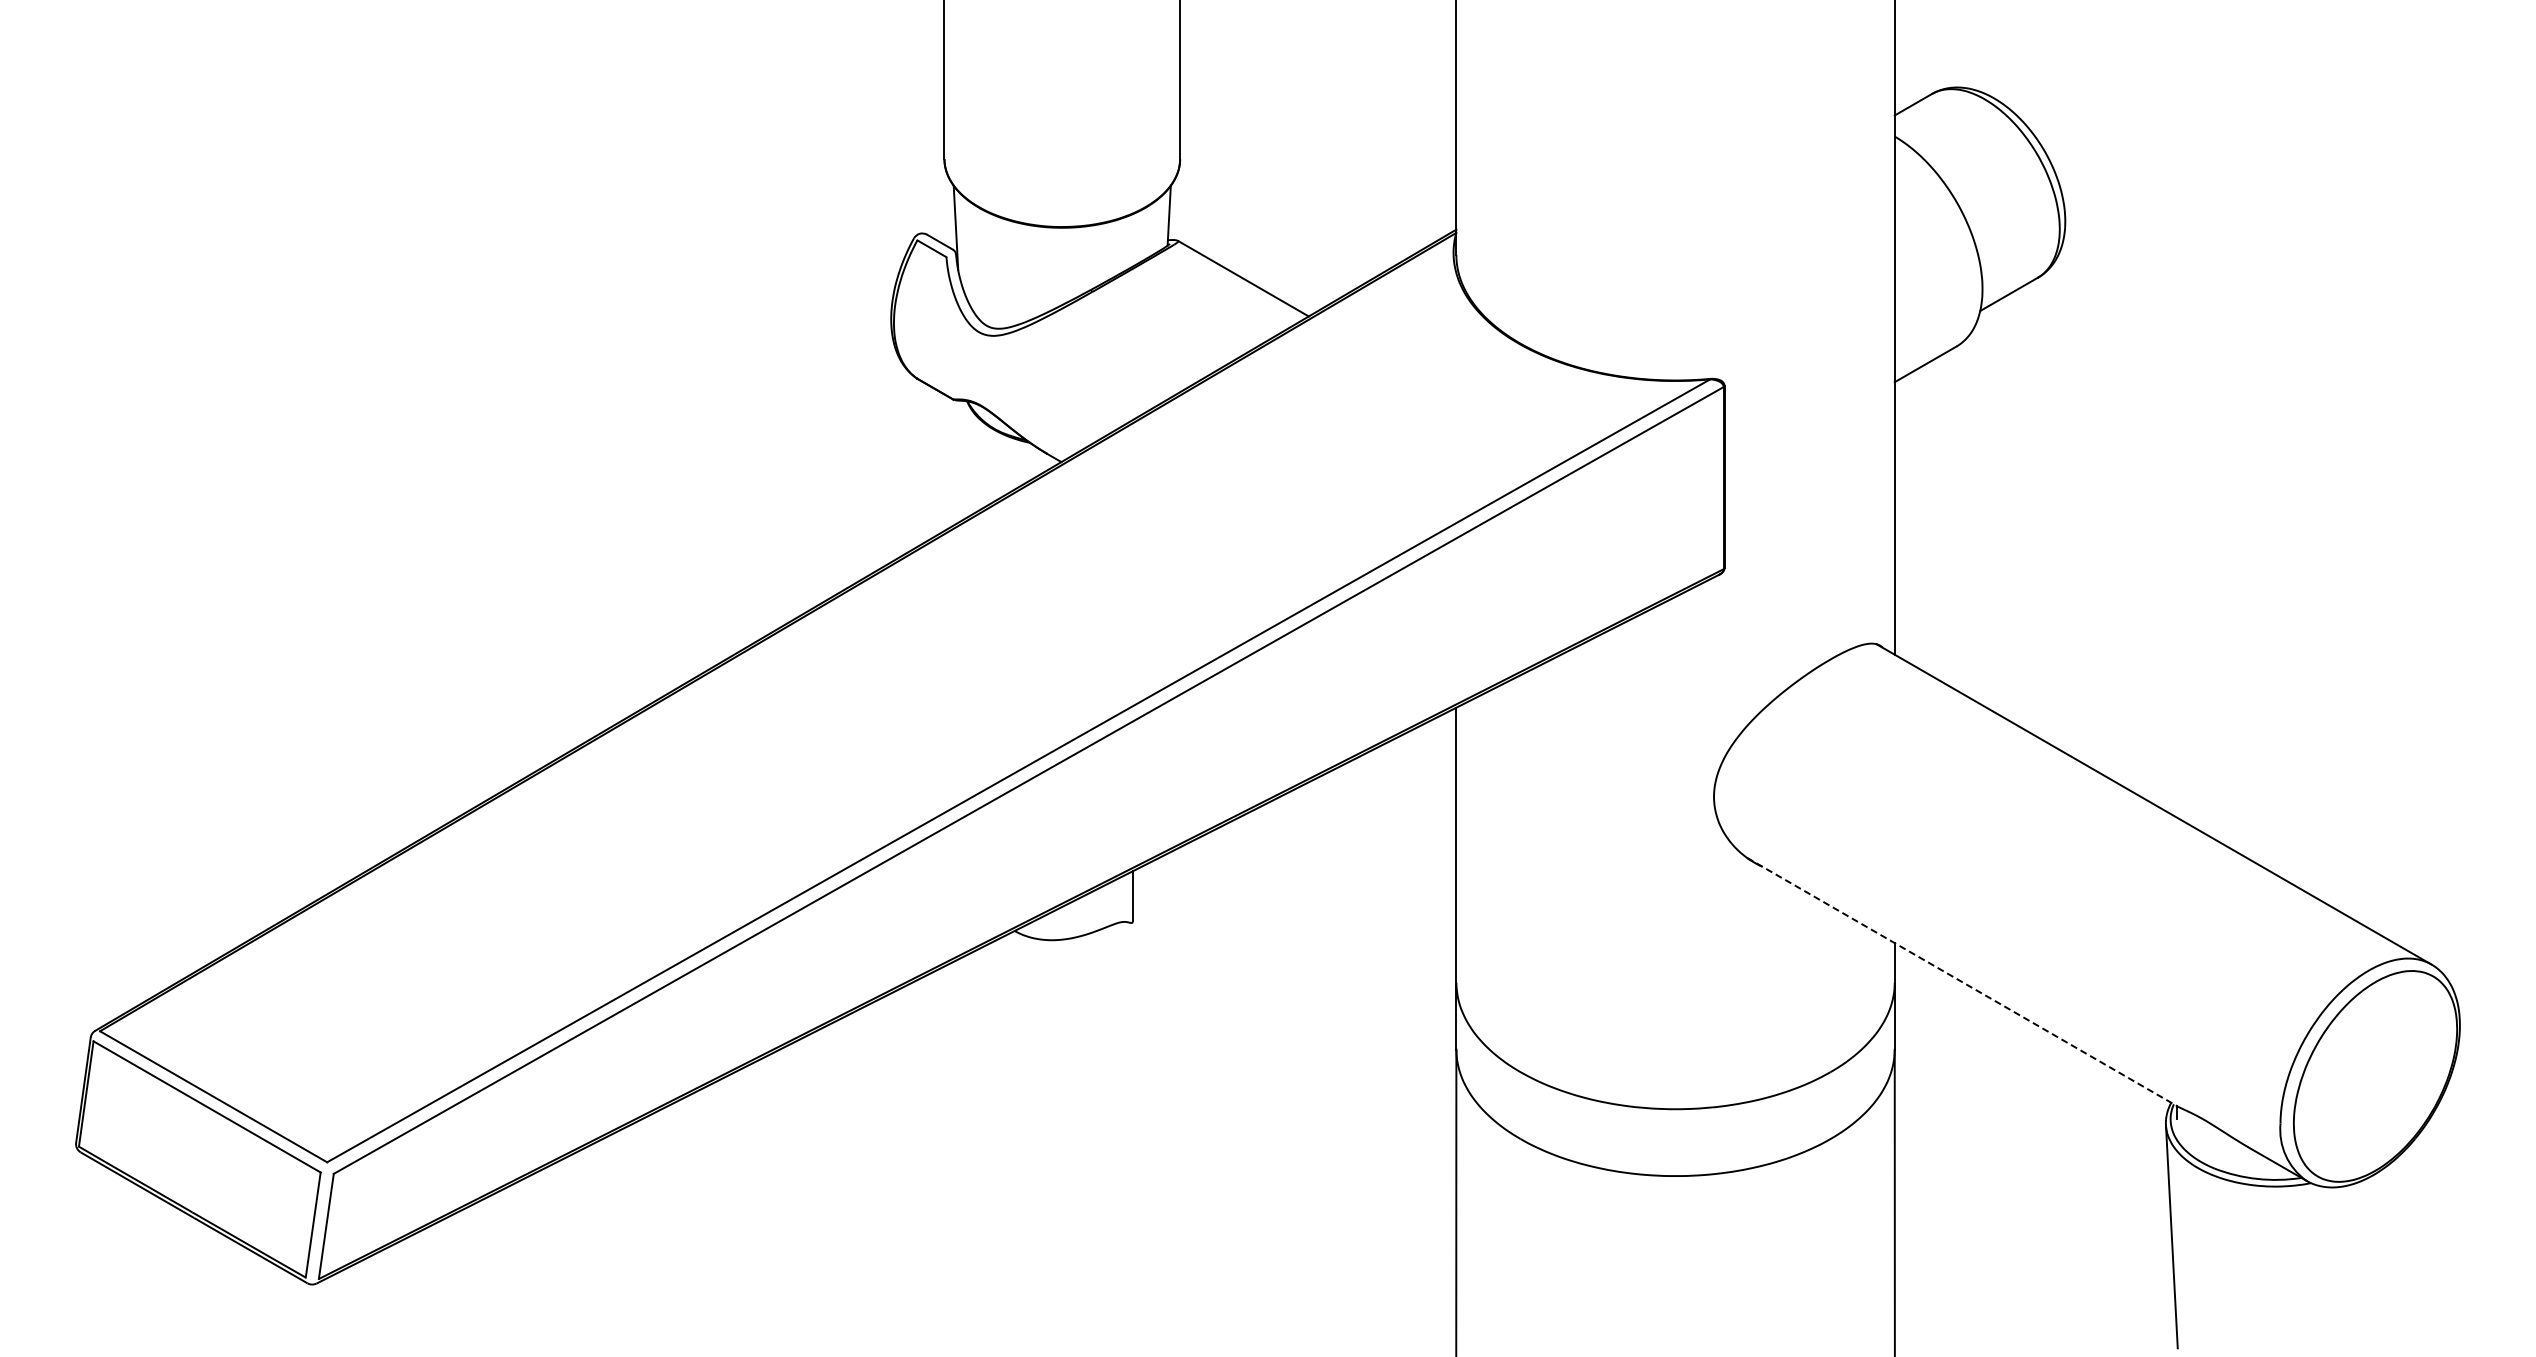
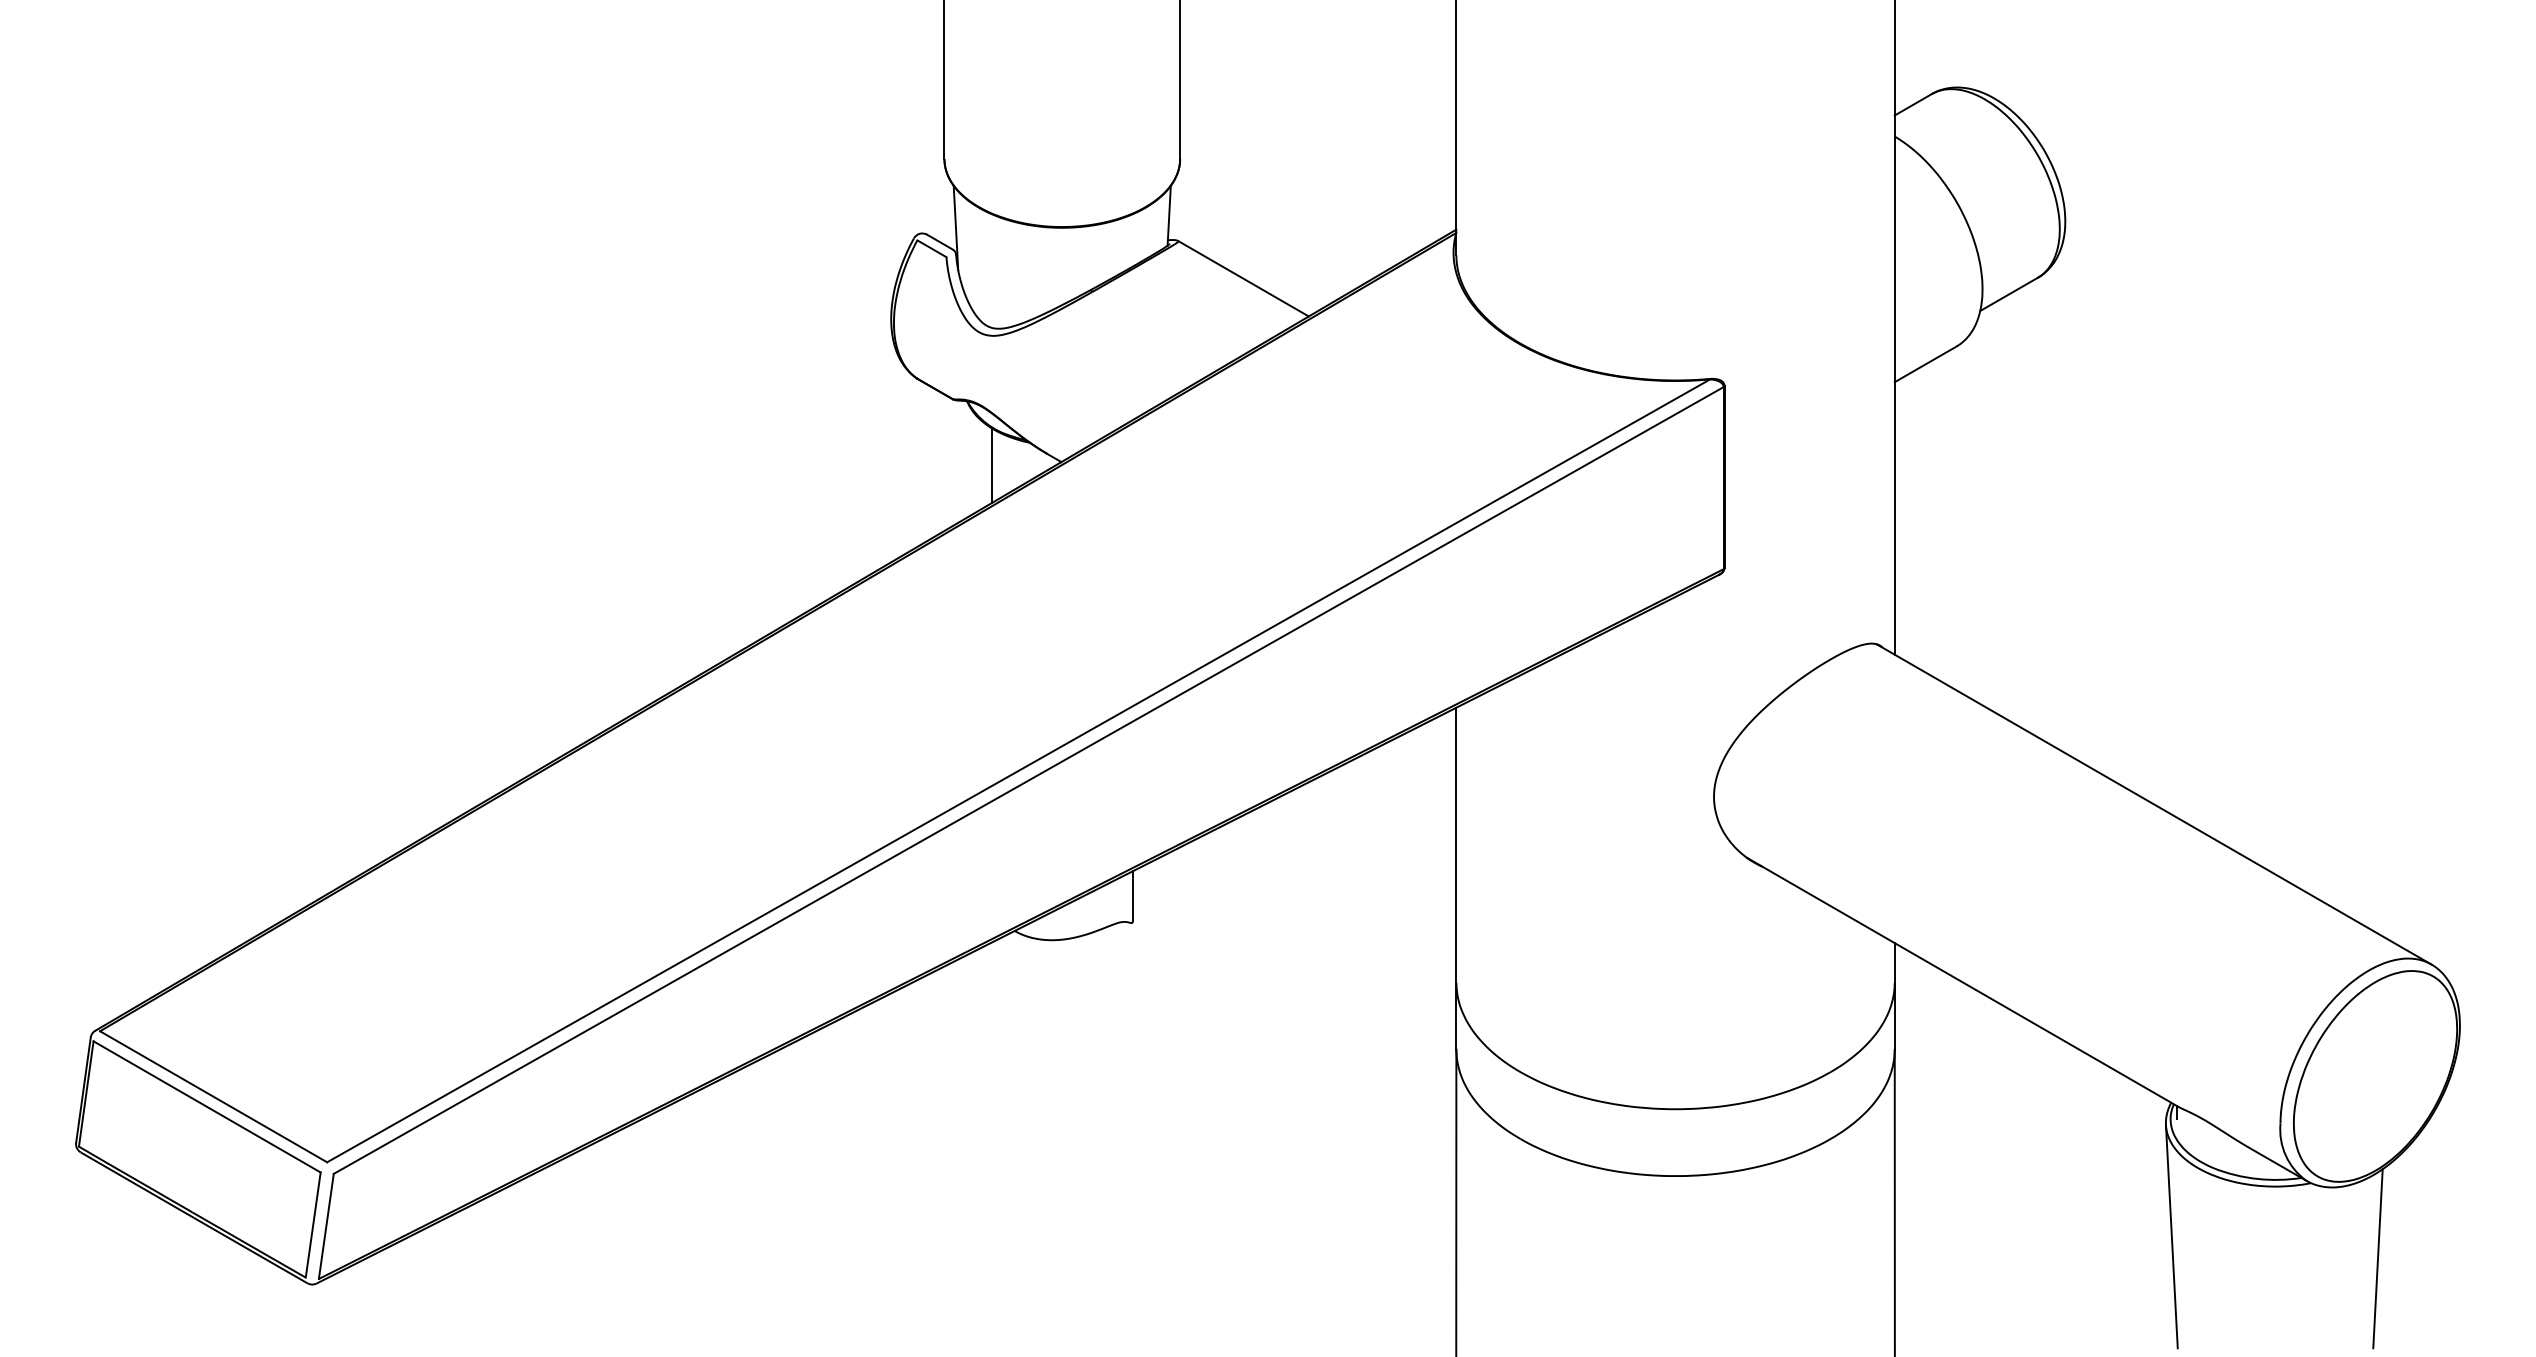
line at (991, 465): none -> present
line at (1962, 982): dashed -> solid
line at (2377, 1258): none -> present
